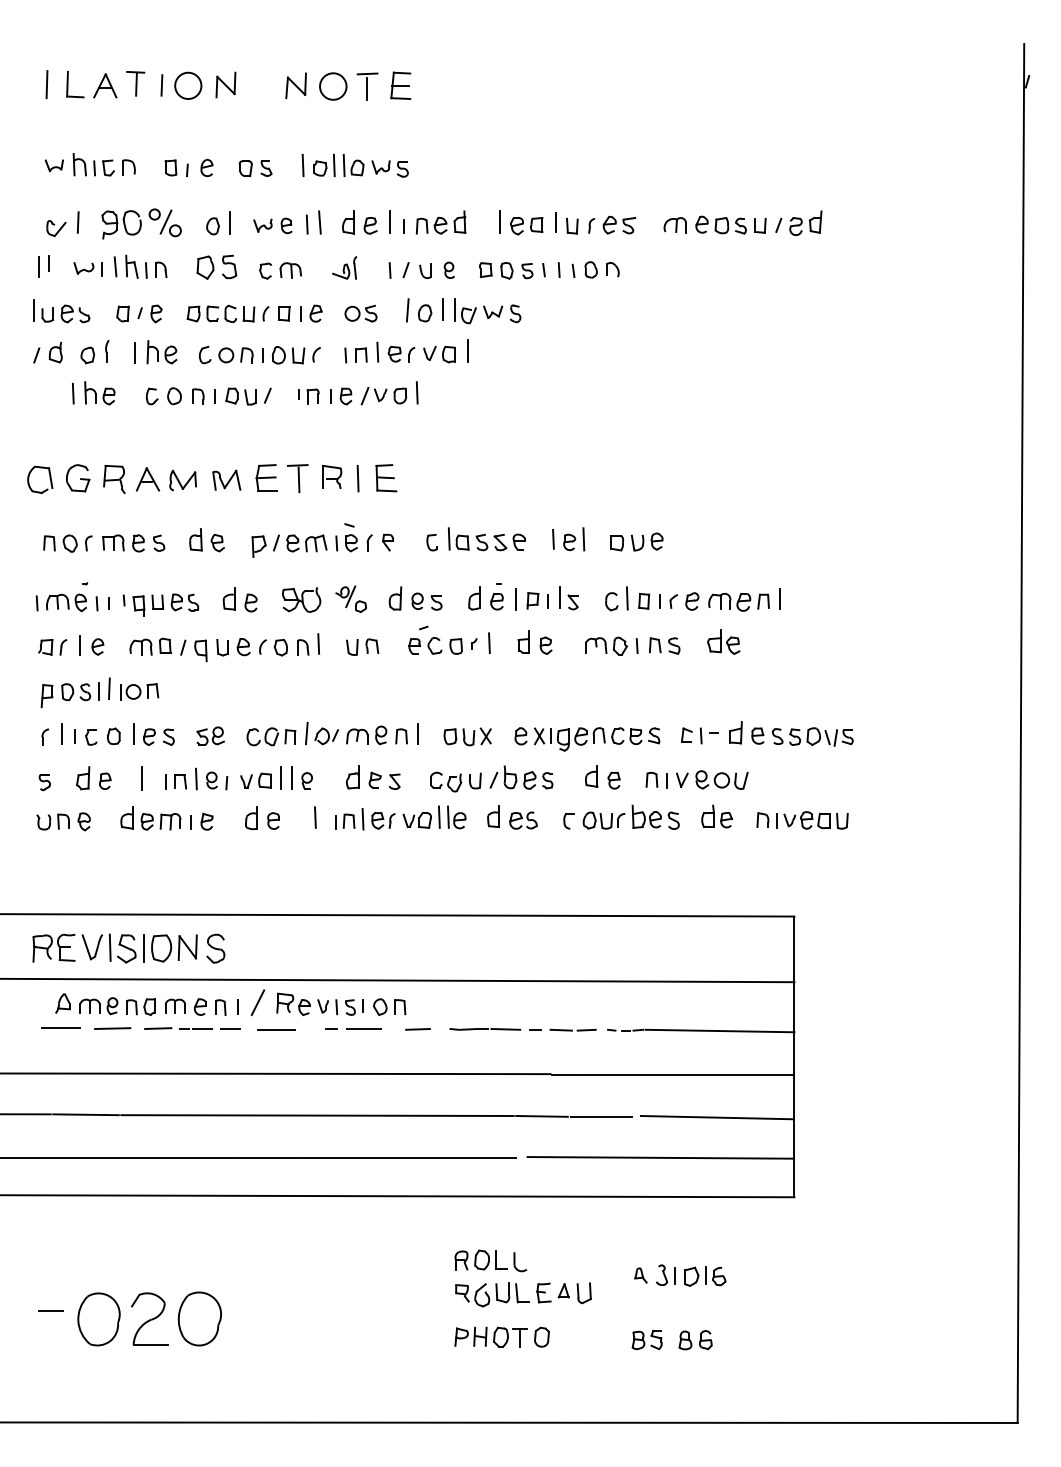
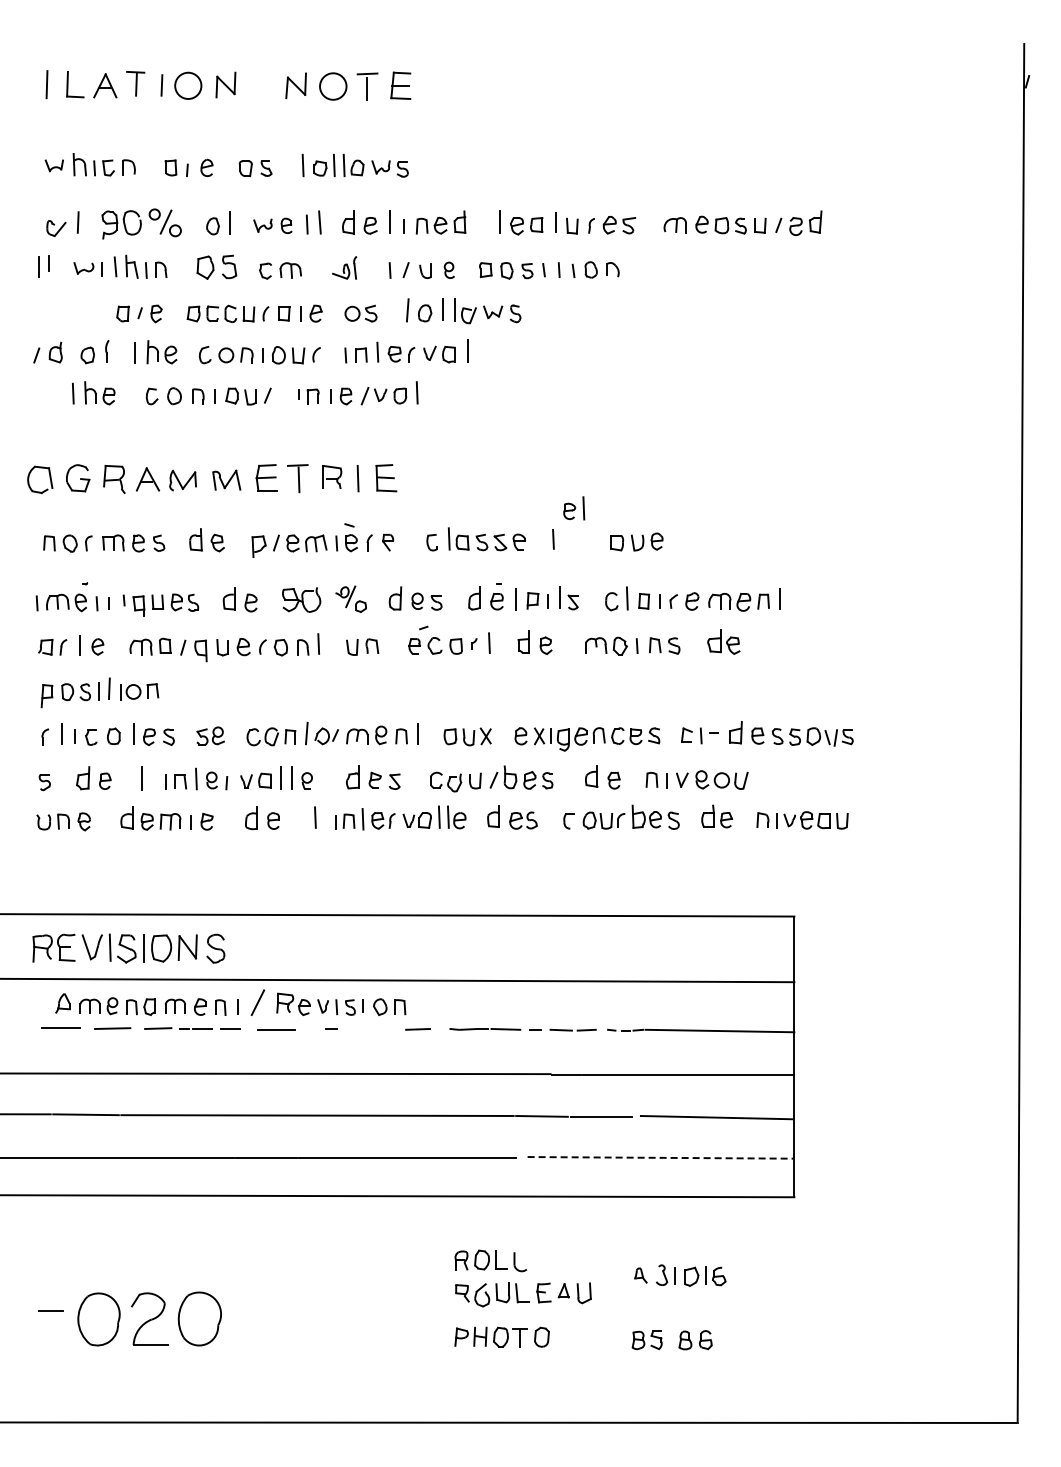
part at (61, 311): present -> none
part at (574, 539) position: (574, 539) -> (574, 508)
line at (363, 1028): present -> none
line at (660, 1157): solid -> dashed
